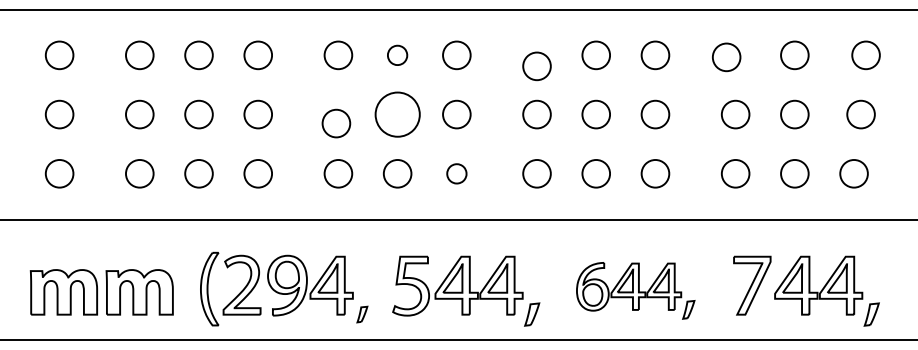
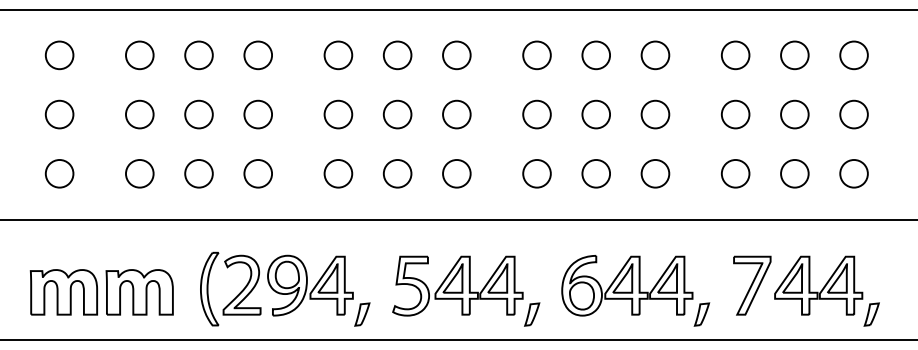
part at (397, 54) size: 22x22 px -> 31x31 px
part at (865, 55) position: (865, 55) -> (853, 55)
part at (726, 57) position: (726, 57) -> (735, 55)
part at (536, 66) position: (536, 66) -> (536, 55)
part at (397, 114) size: 47x47 px -> 31x31 px
part at (860, 114) position: (860, 114) -> (853, 114)
part at (336, 123) position: (336, 123) -> (338, 114)
part at (456, 173) size: 22x22 px -> 30x30 px
part at (635, 290) size: 120x58 px -> 150x72 px
part at (362, 314) size: 13x19 px -> 17x25 px
